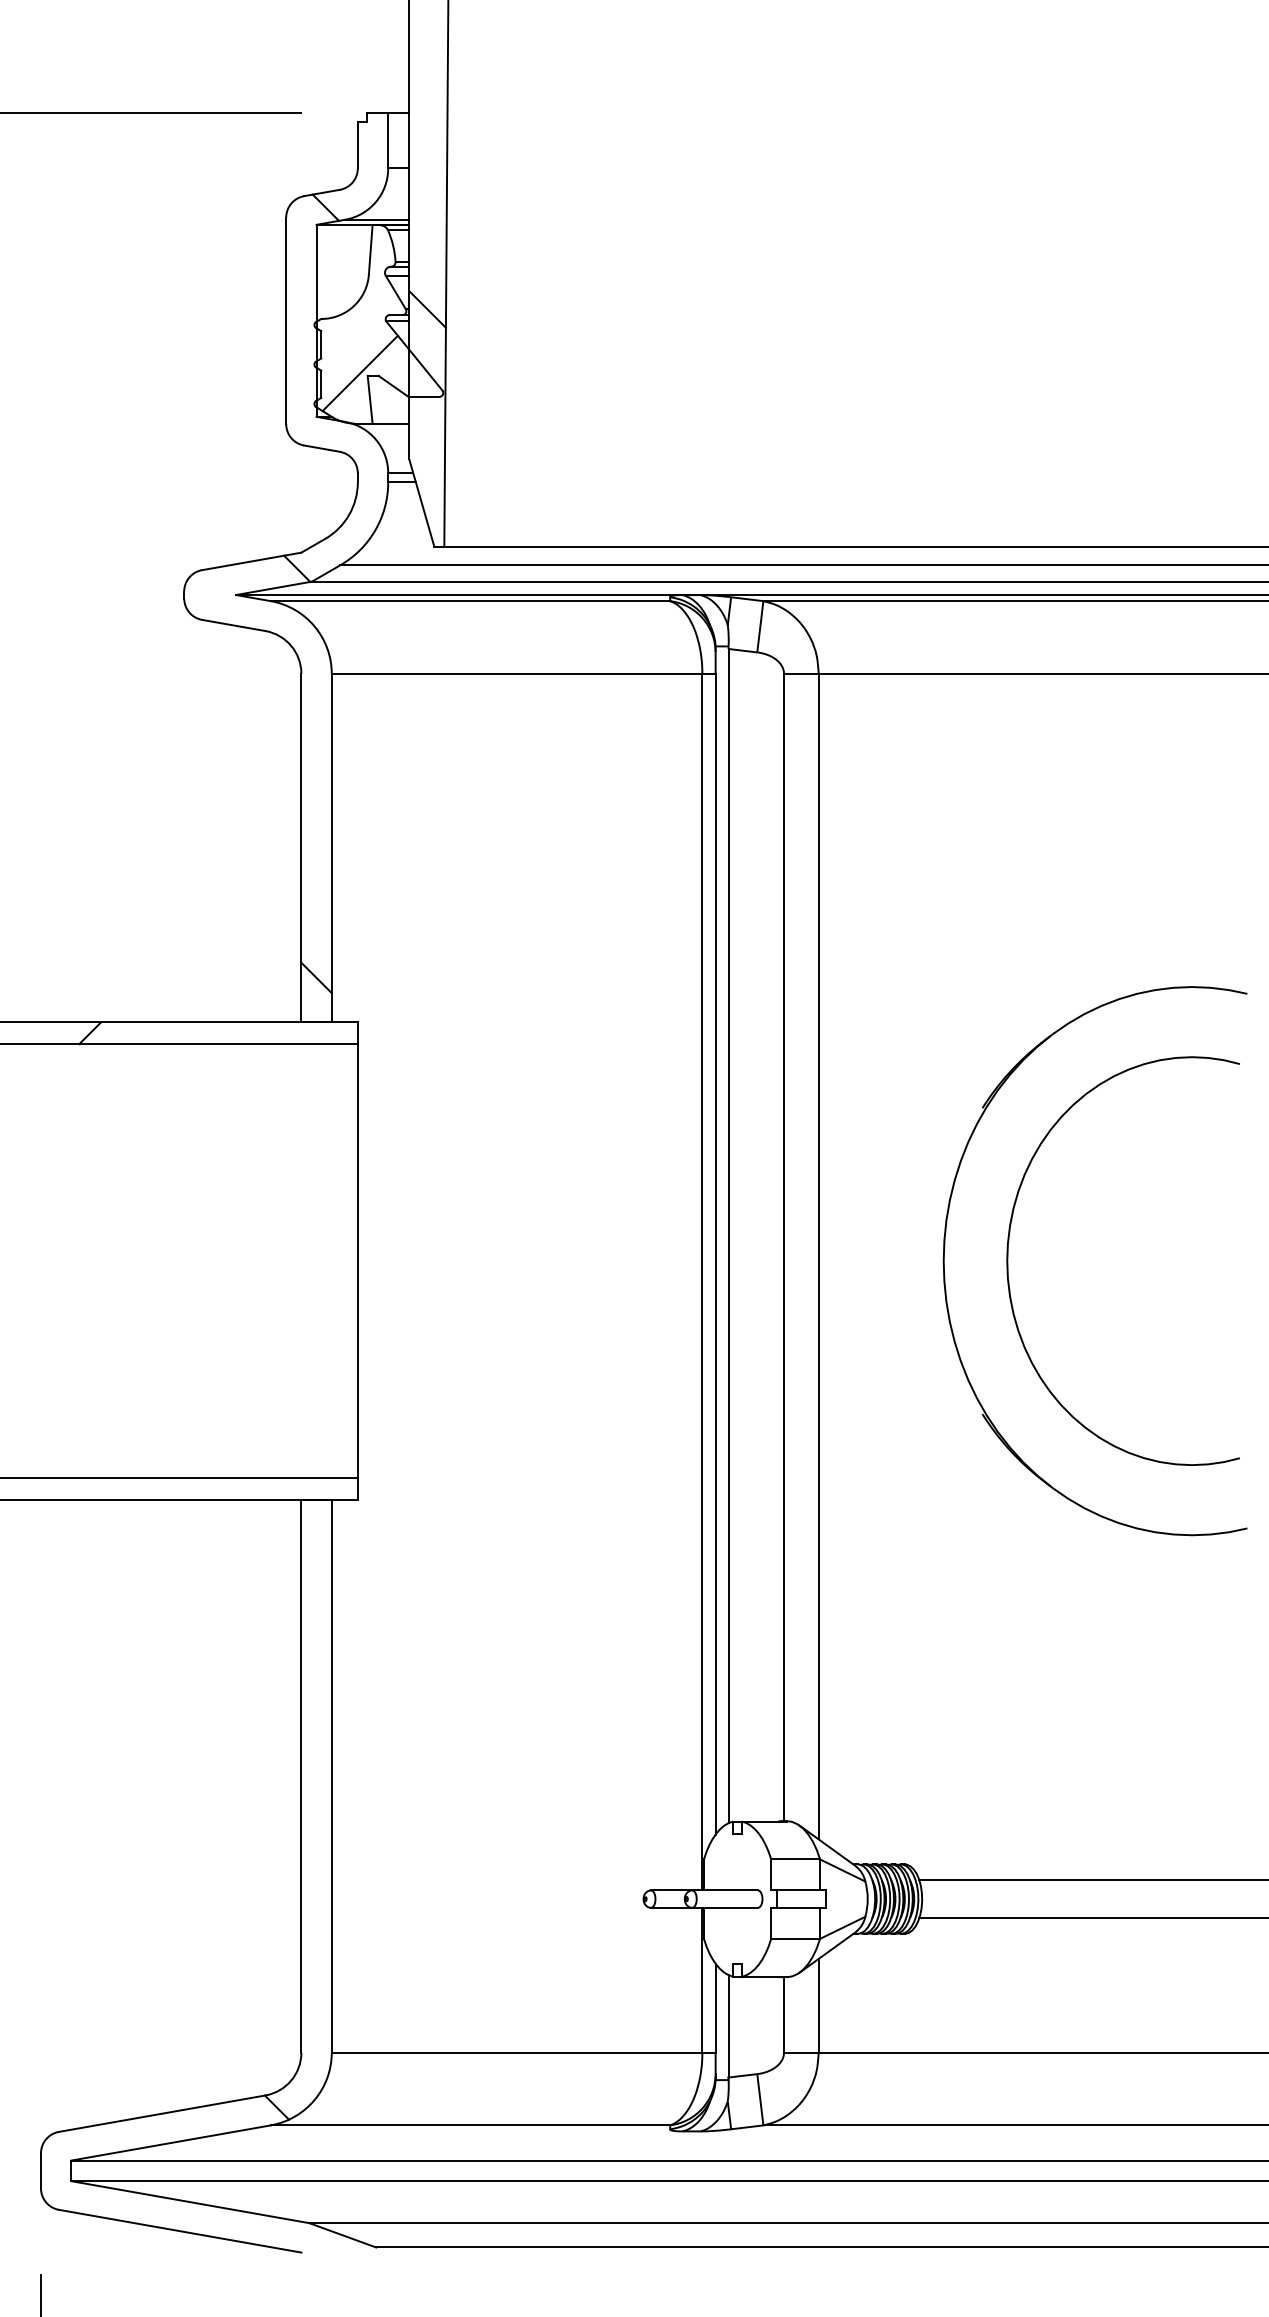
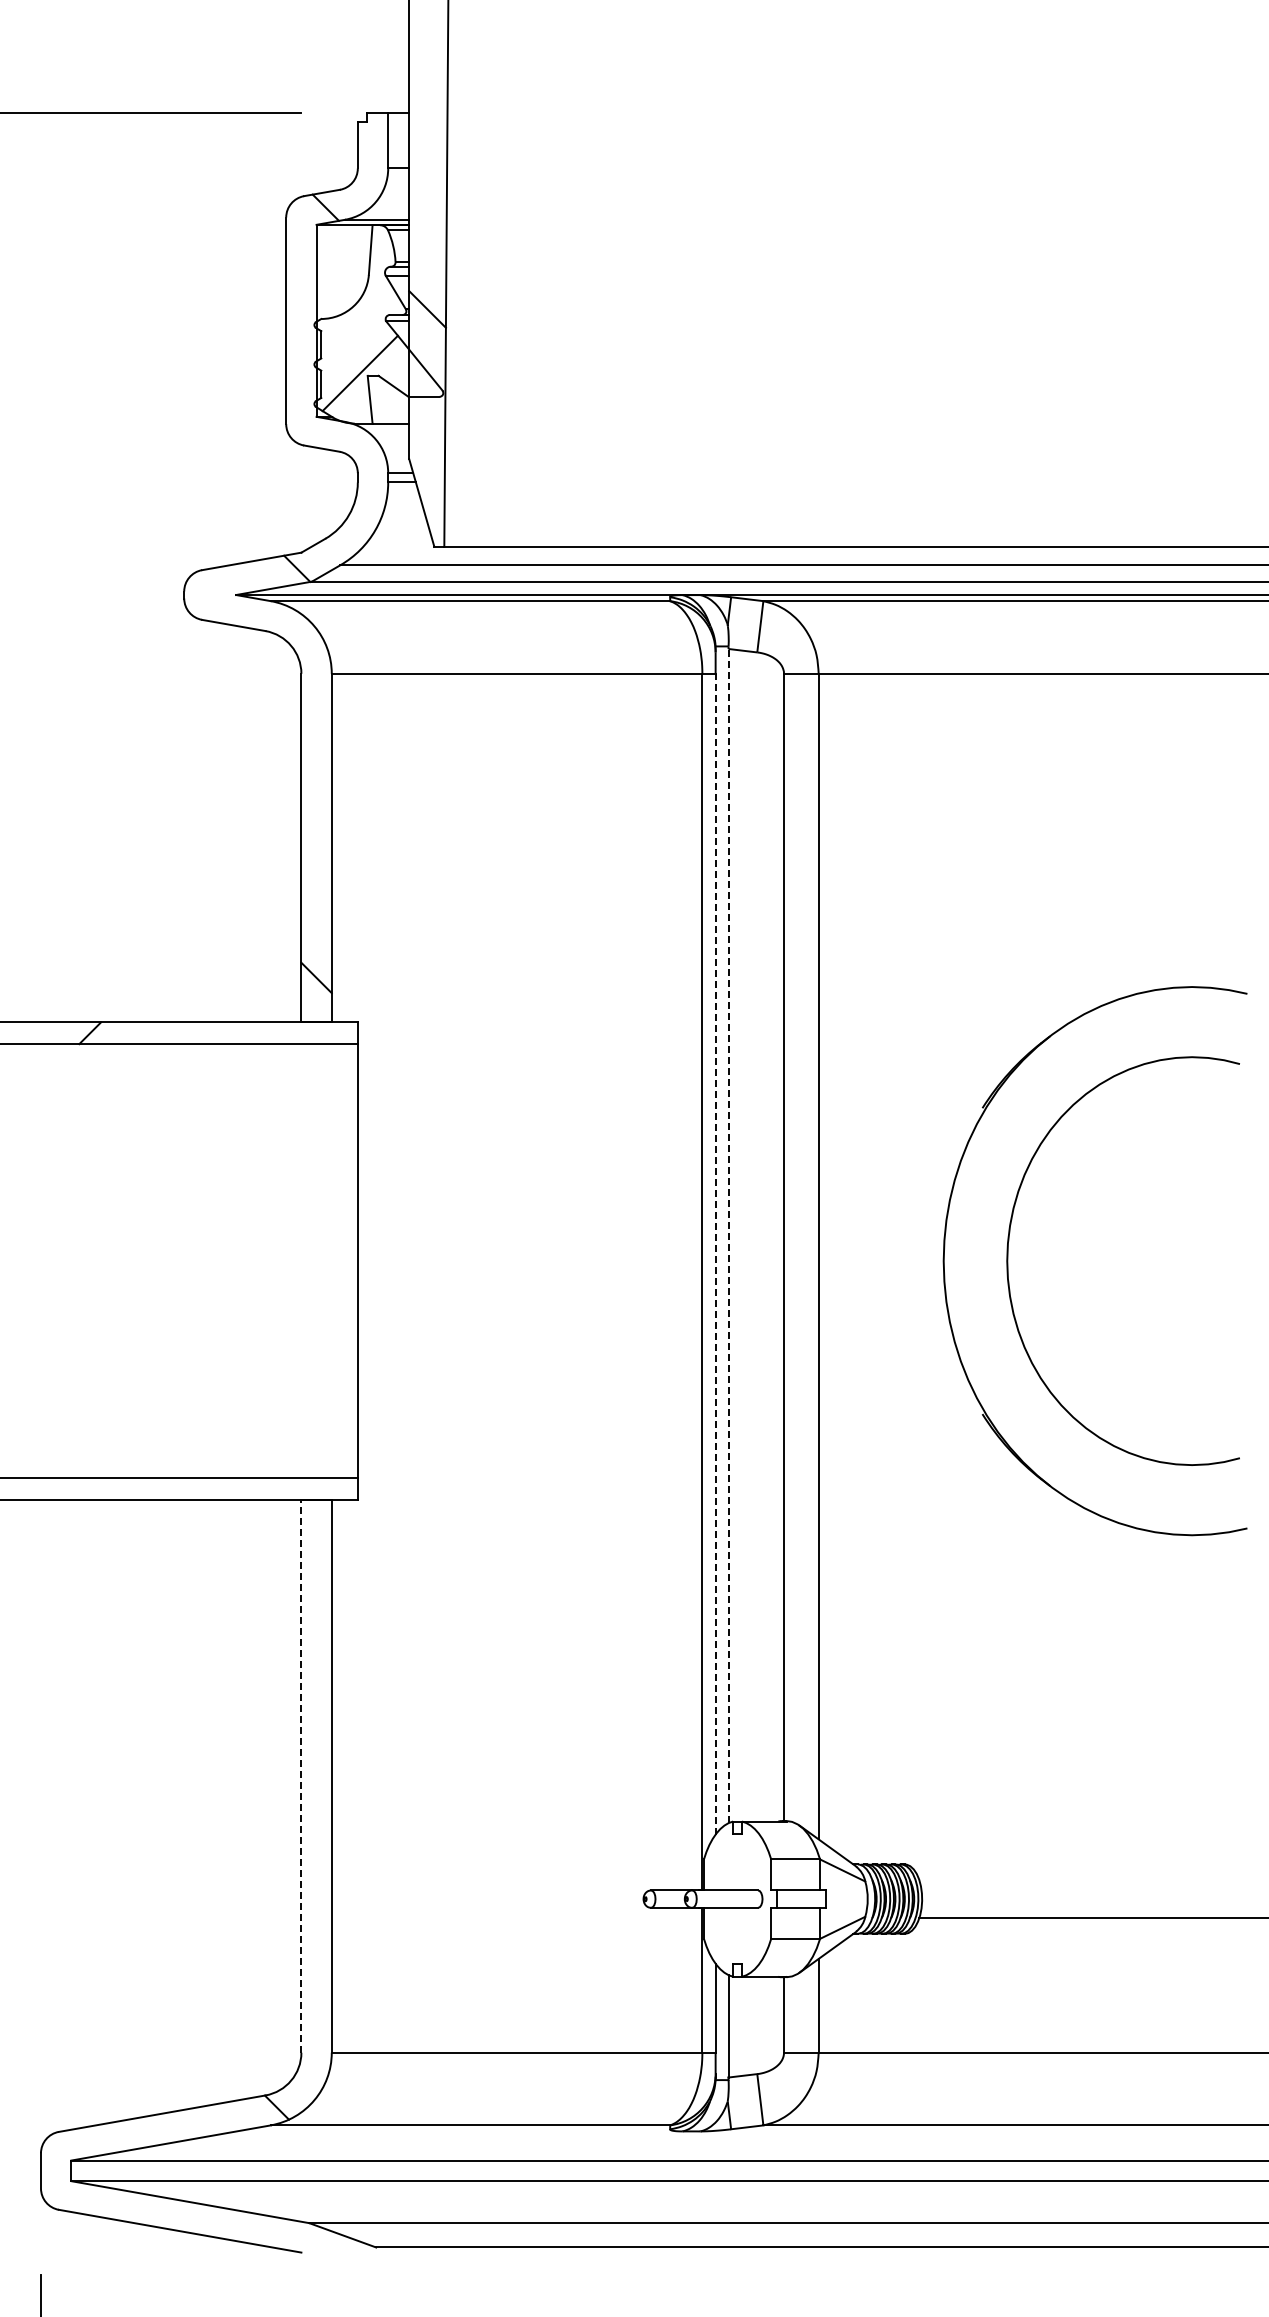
line at (728, 1235): solid -> dashed
line at (715, 1253): solid -> dashed
line at (301, 1775): solid -> dashed
line at (1092, 1879): present -> none
